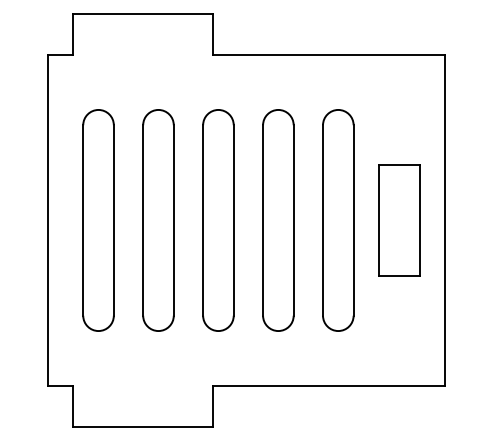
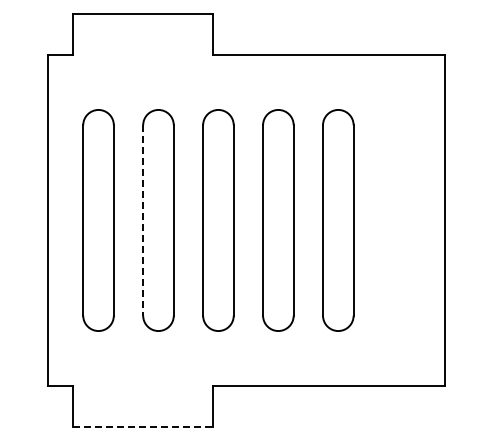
line at (143, 220): solid -> dashed
part at (399, 220): present -> none
line at (143, 427): solid -> dashed
